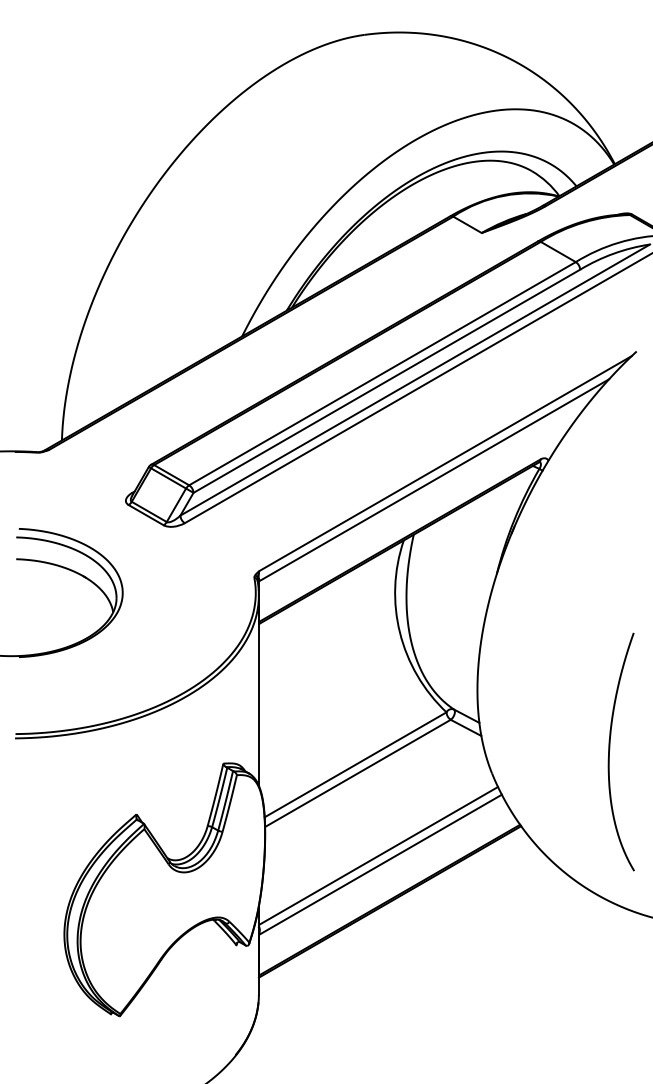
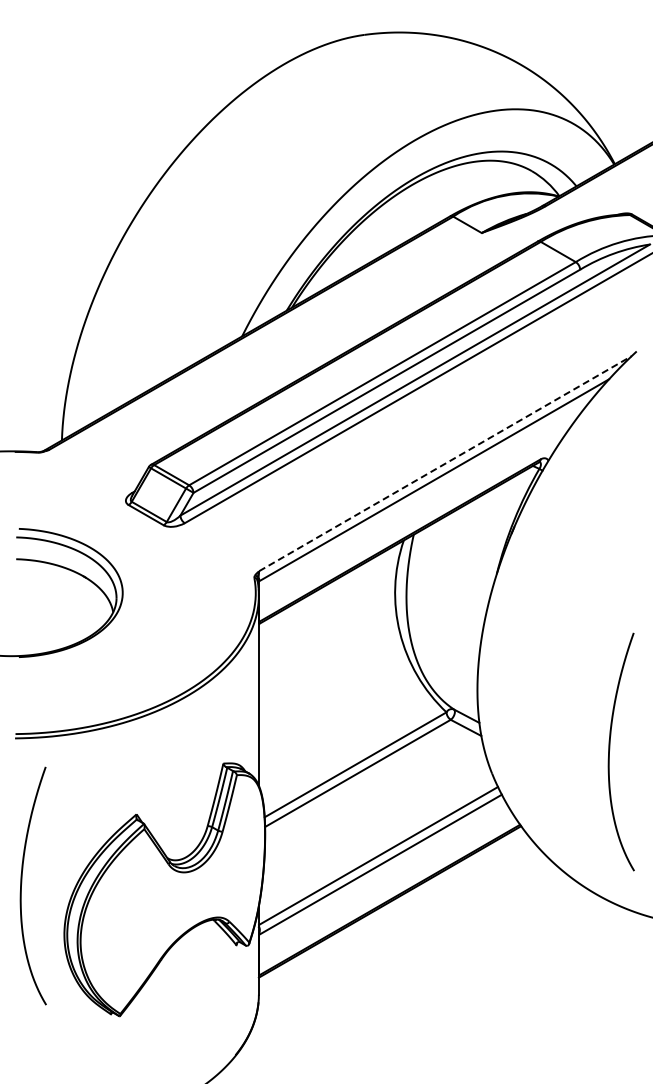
line at (445, 463): solid -> dashed
curve at (22, 883): none -> present
